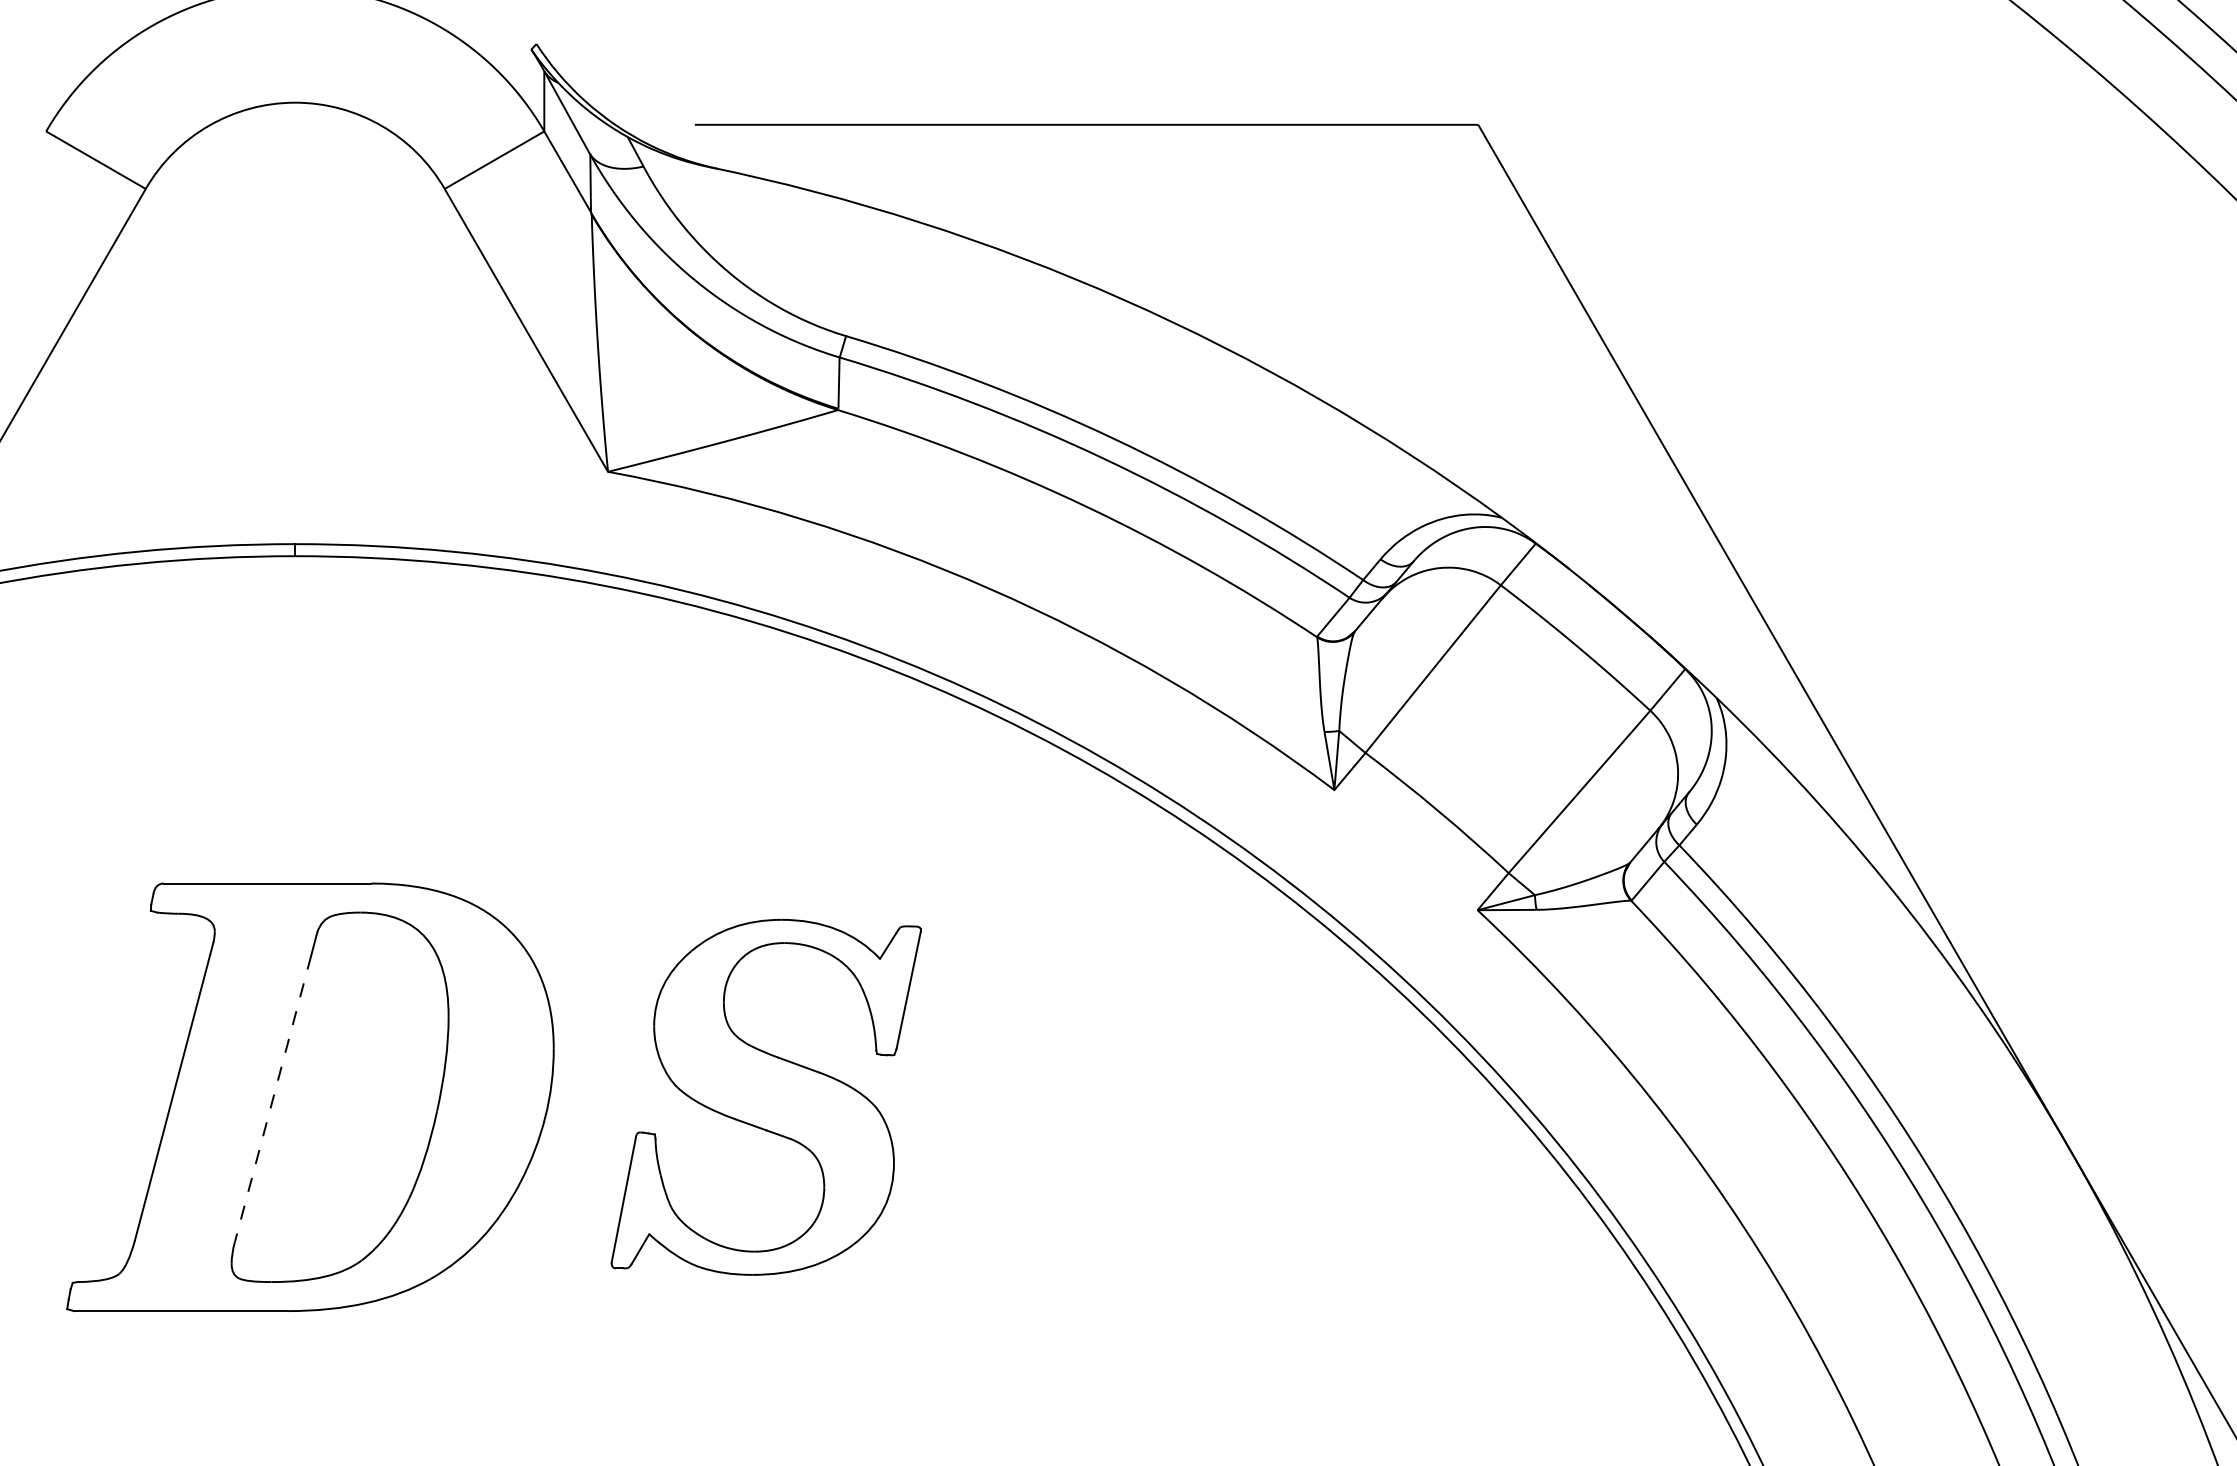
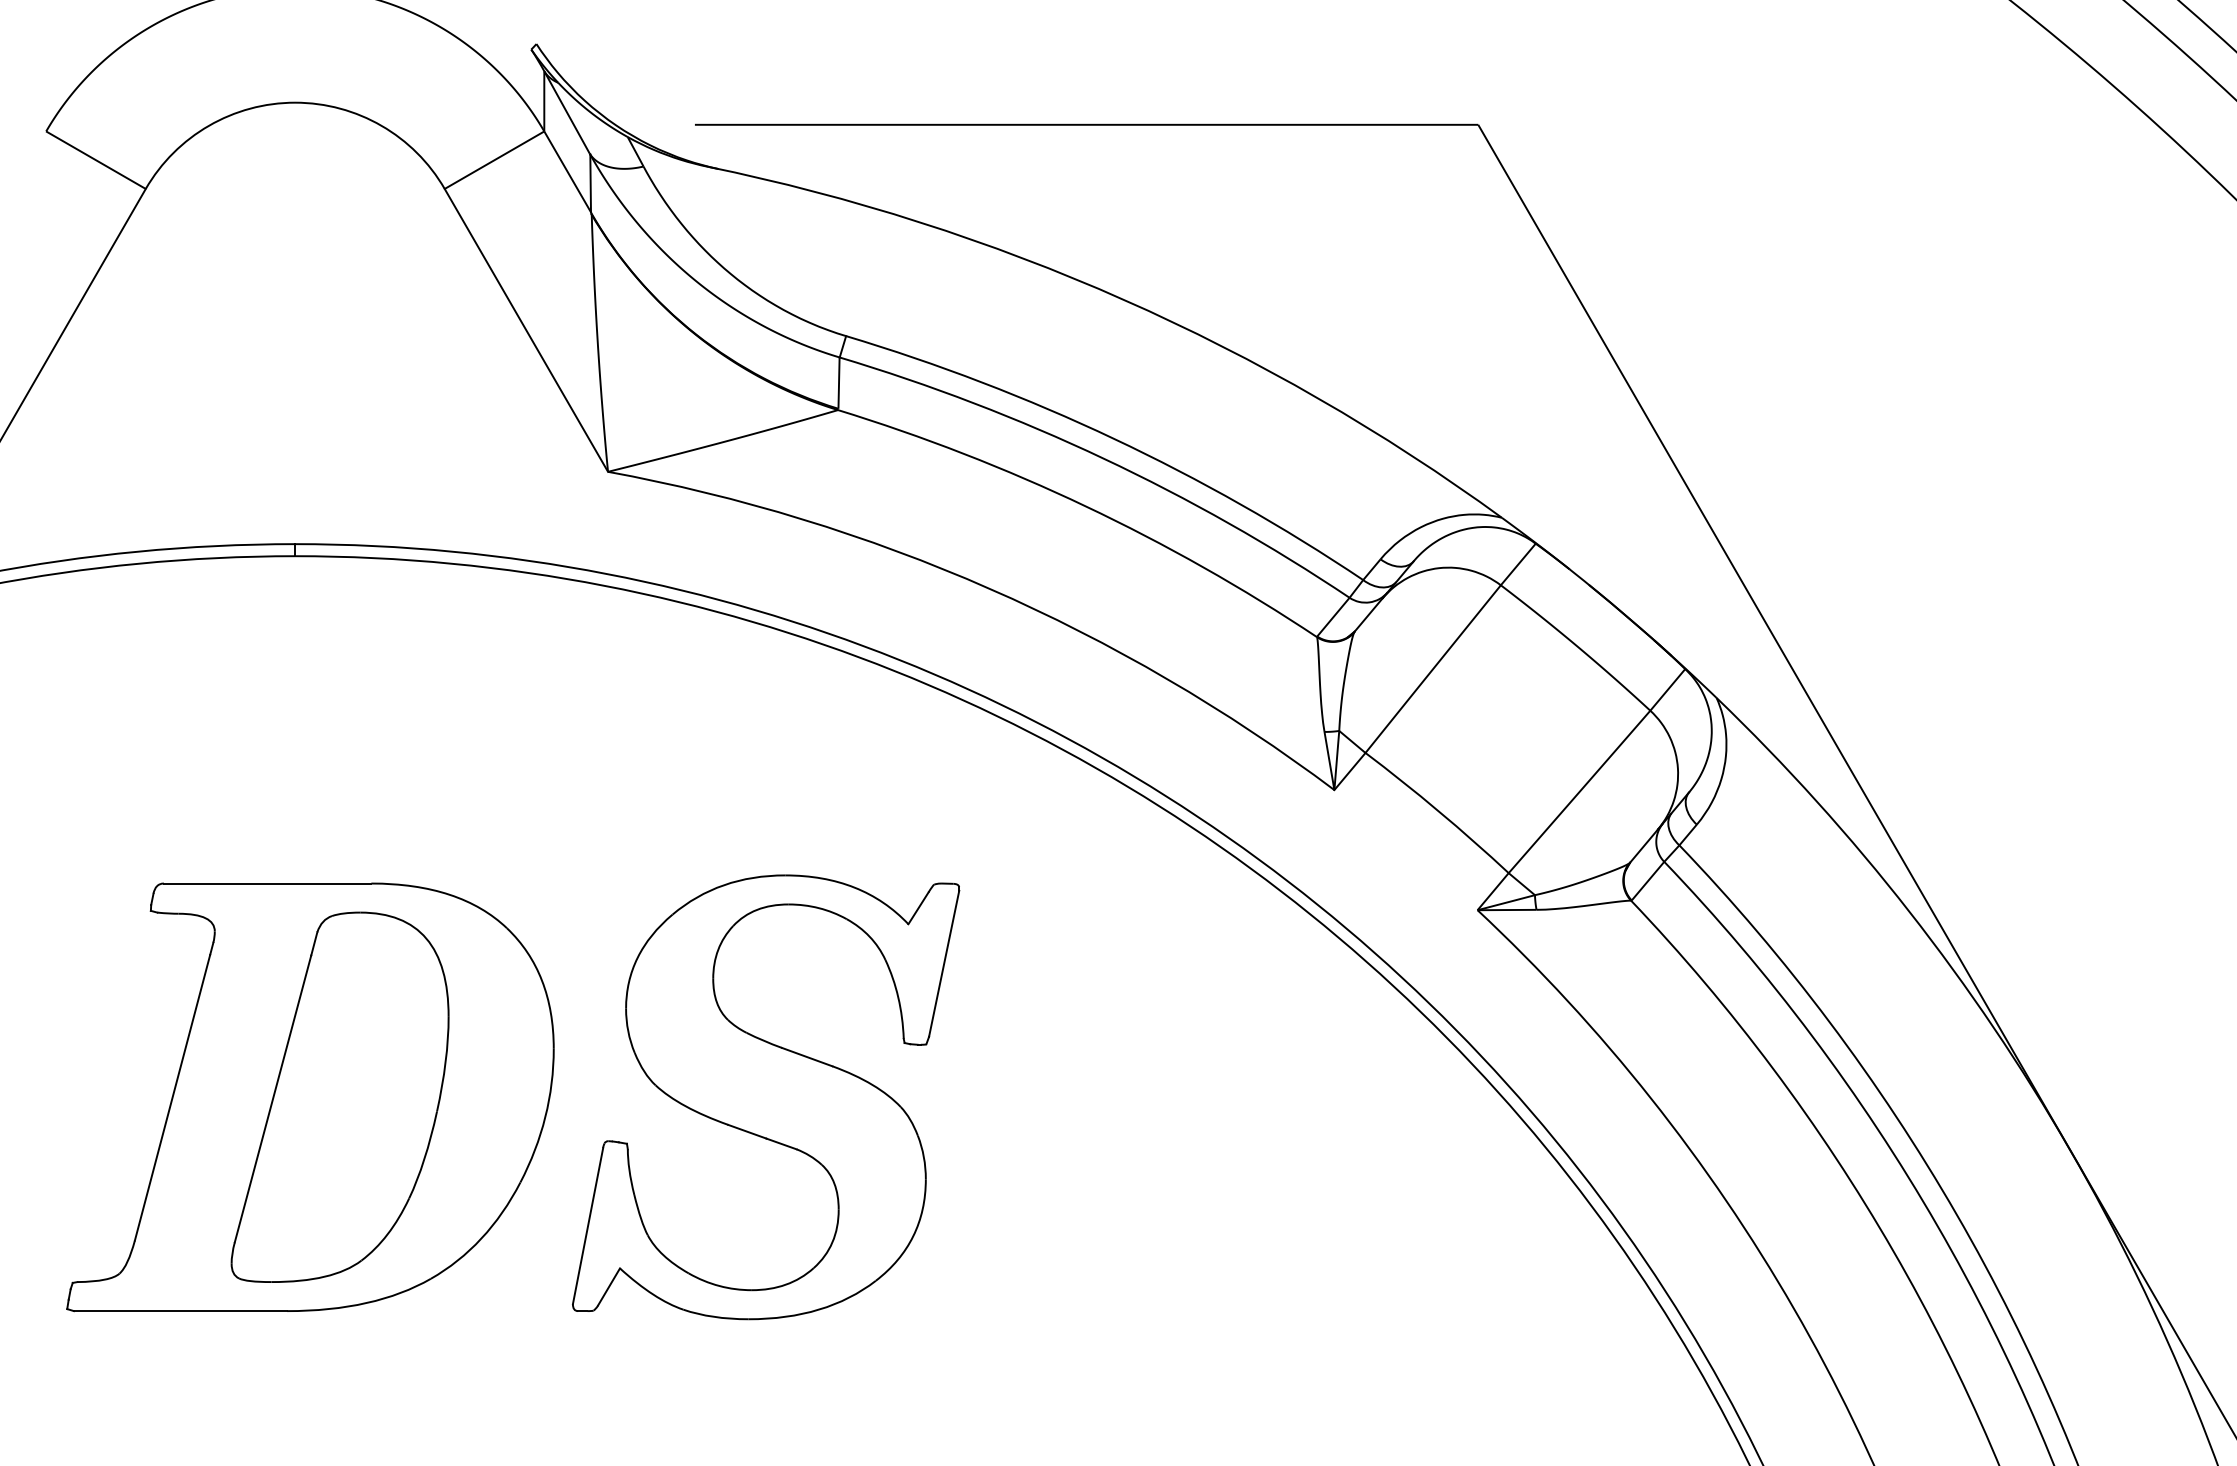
part at (765, 1096) size: 312x358 px -> 389x447 px
line at (272, 1099): dashed -> solid
